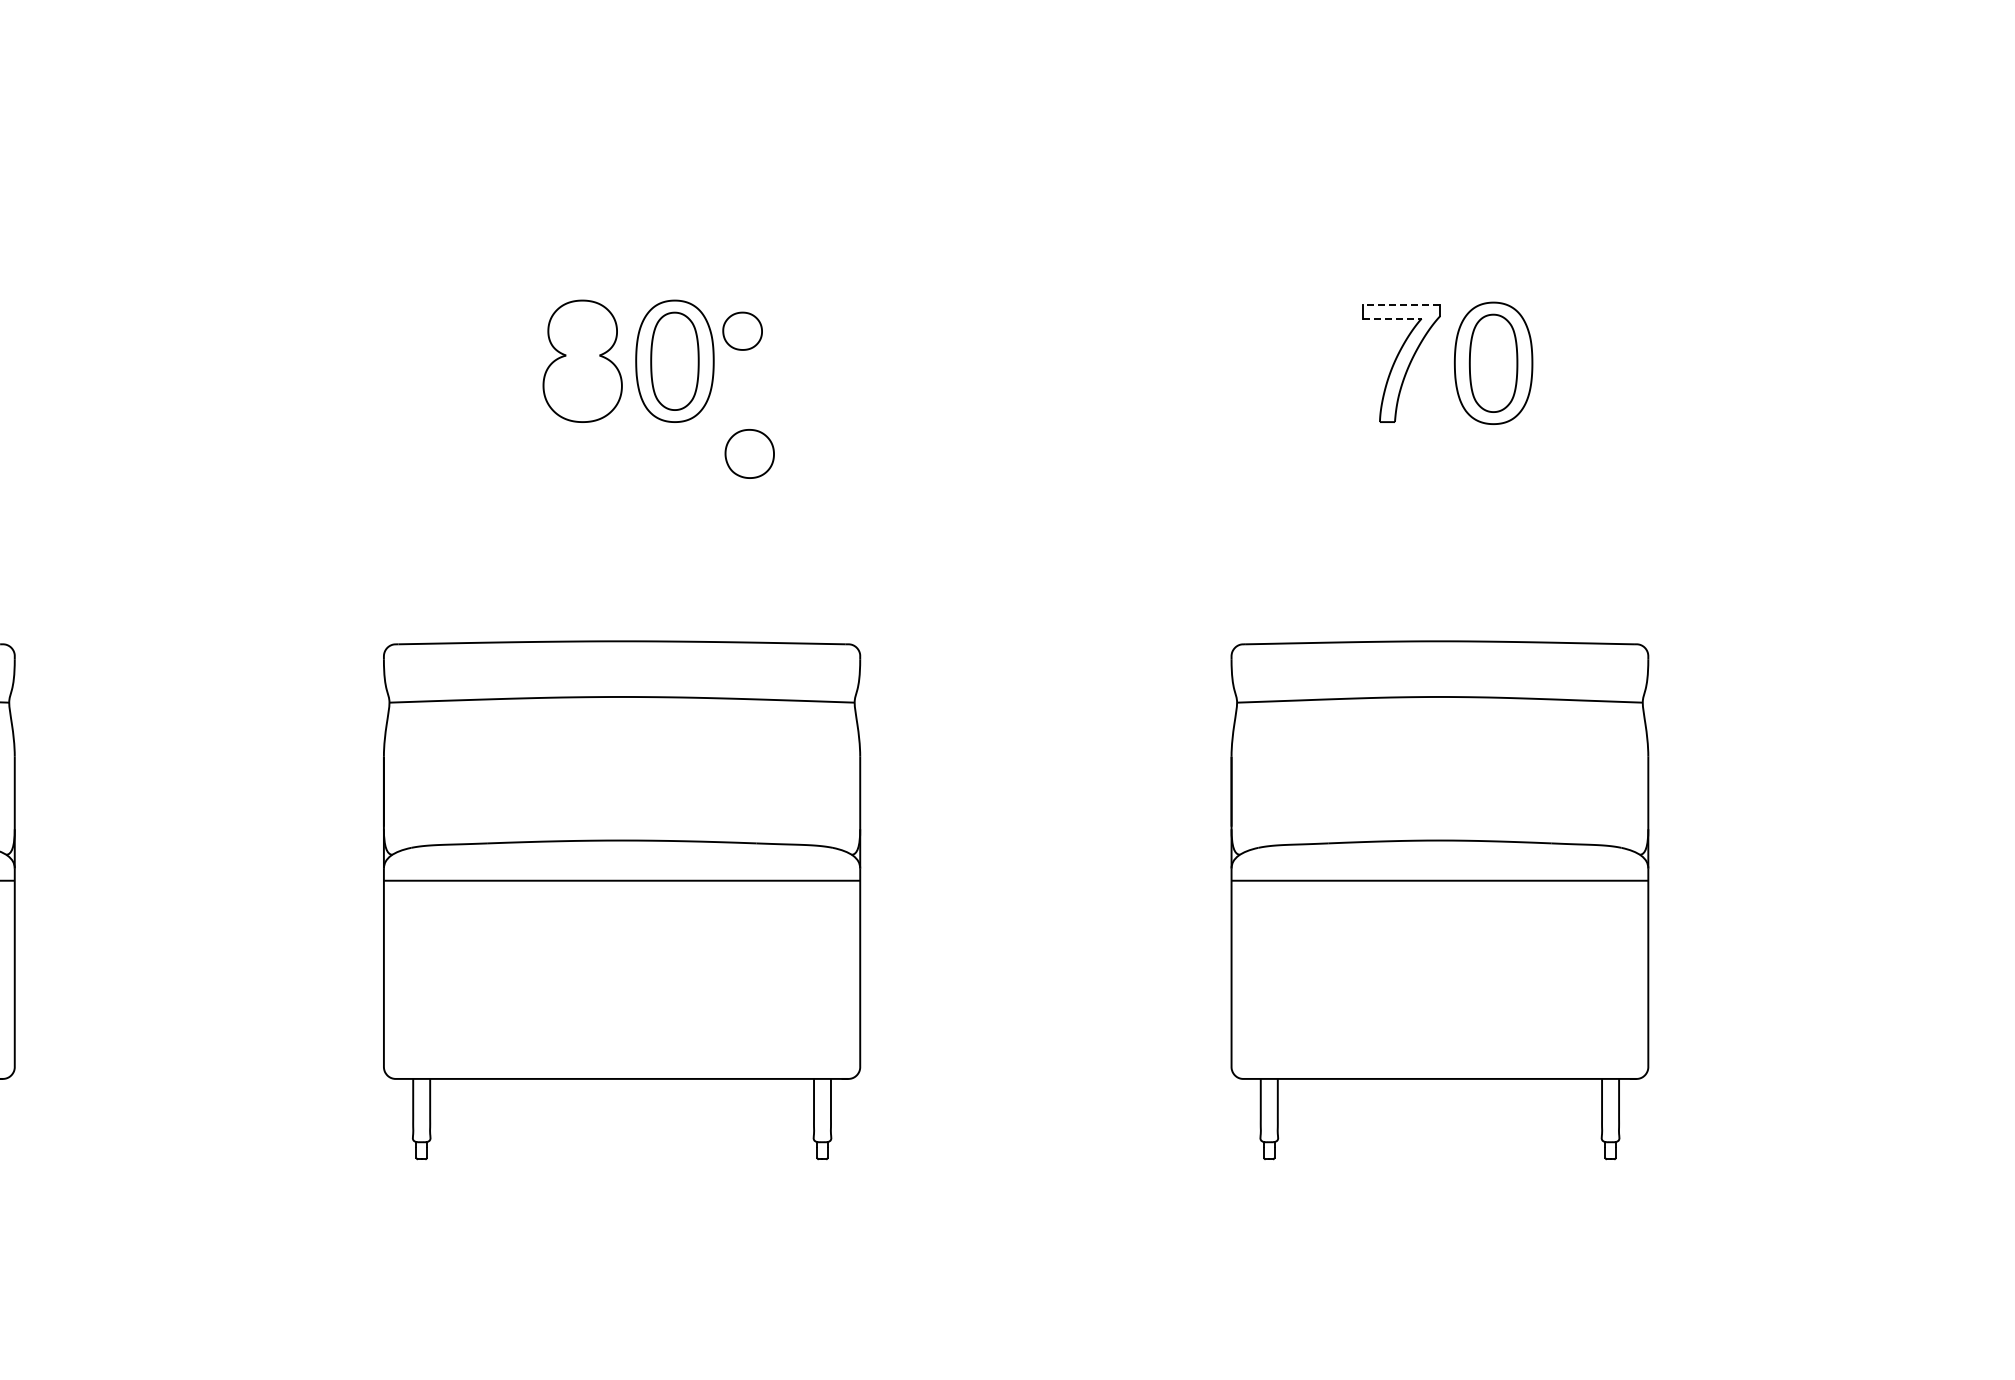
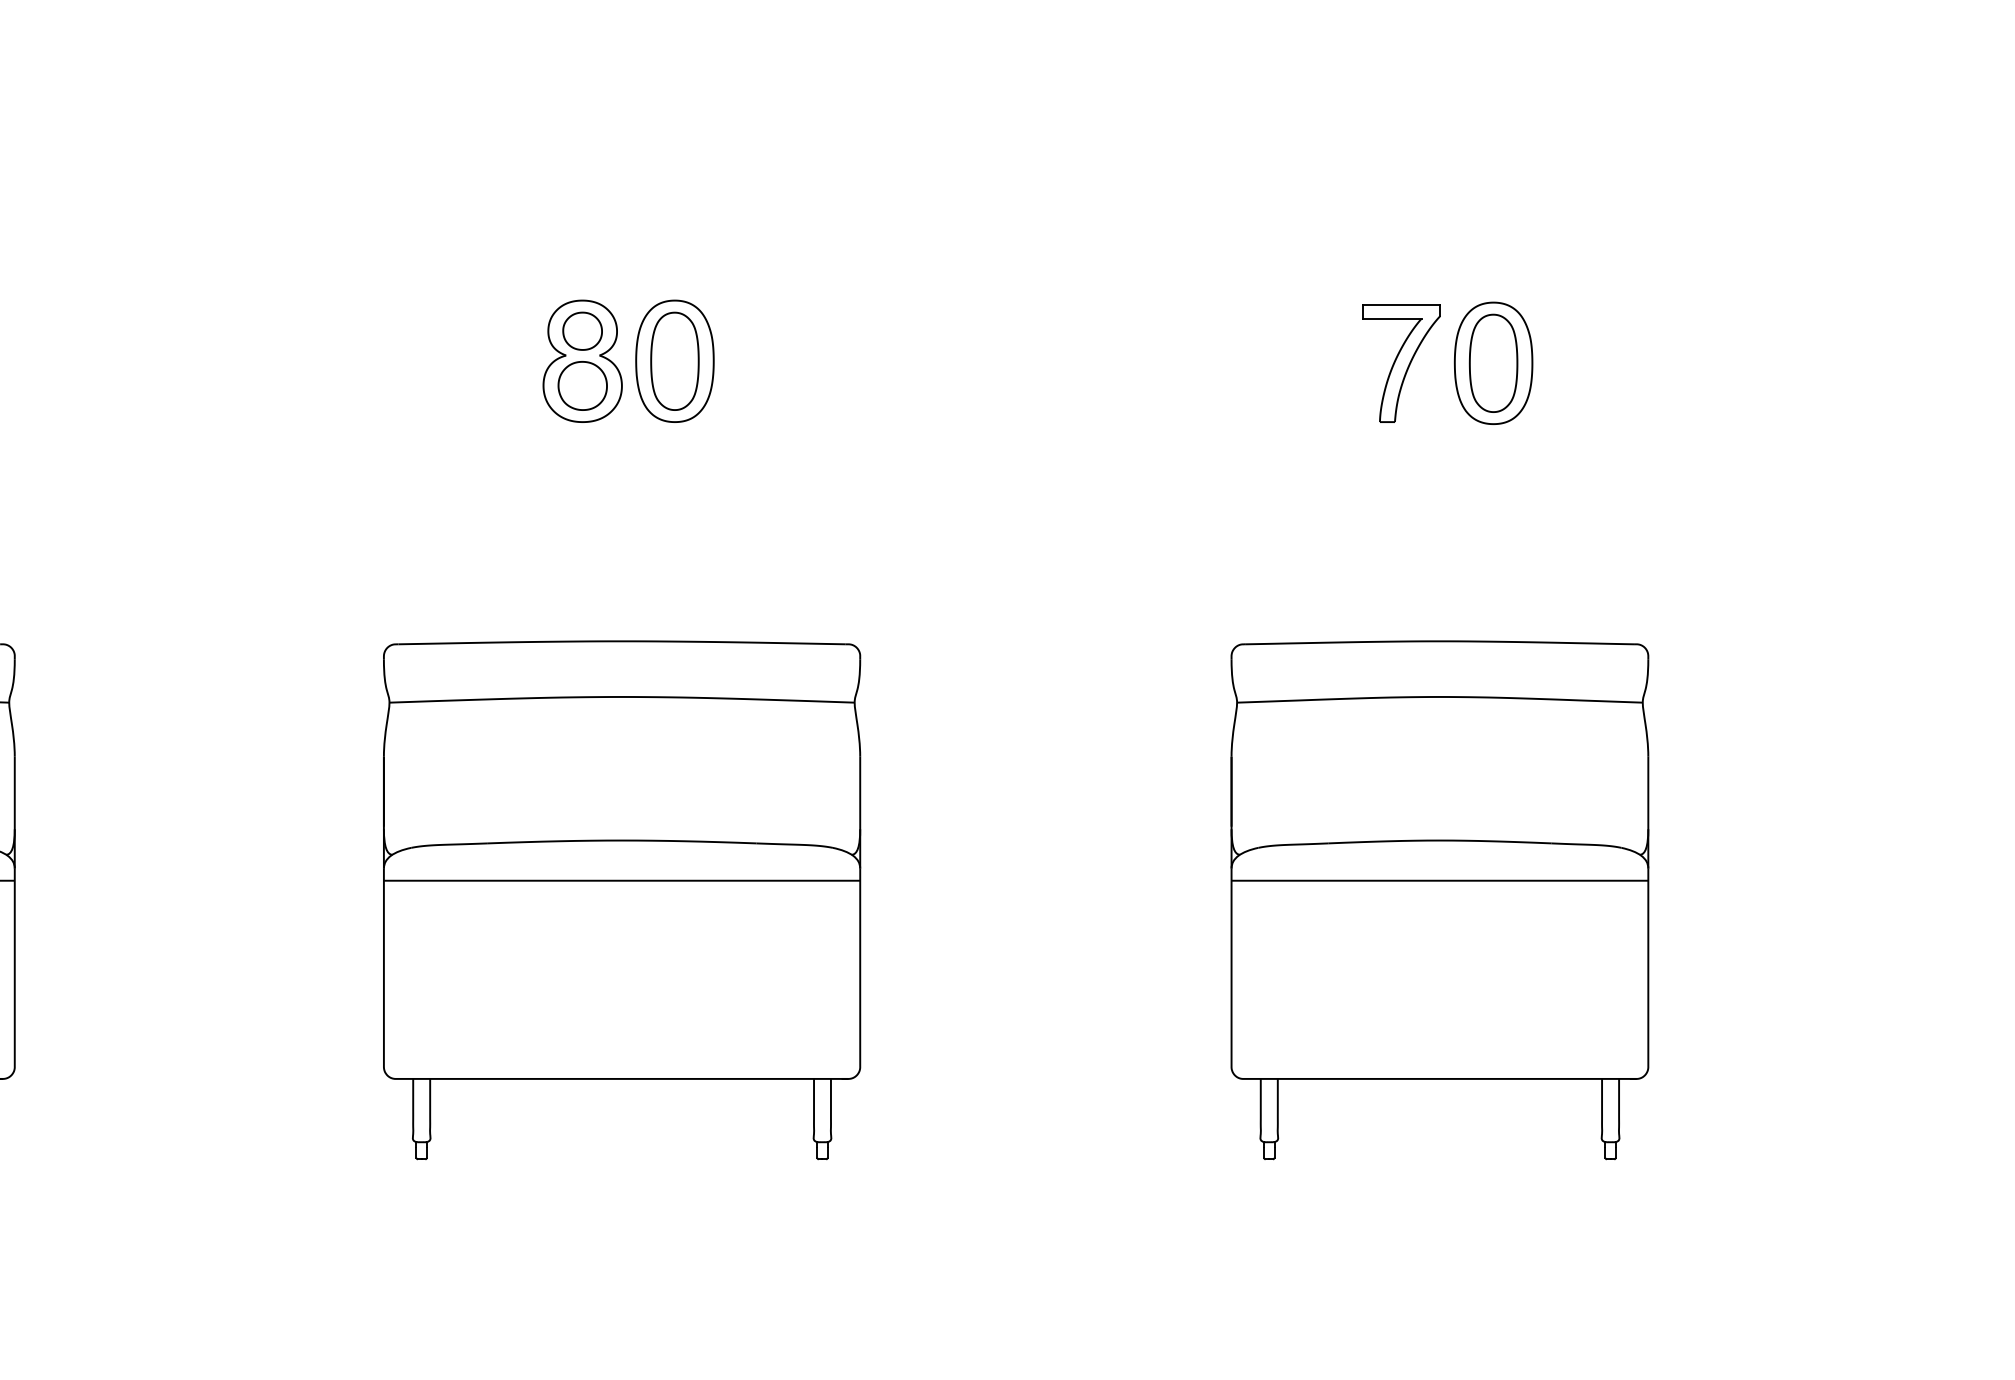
line at (1401, 304): dashed -> solid
line at (1392, 318): dashed -> solid
part at (742, 330) position: (742, 330) -> (582, 330)
part at (749, 453) position: (749, 453) -> (582, 385)
